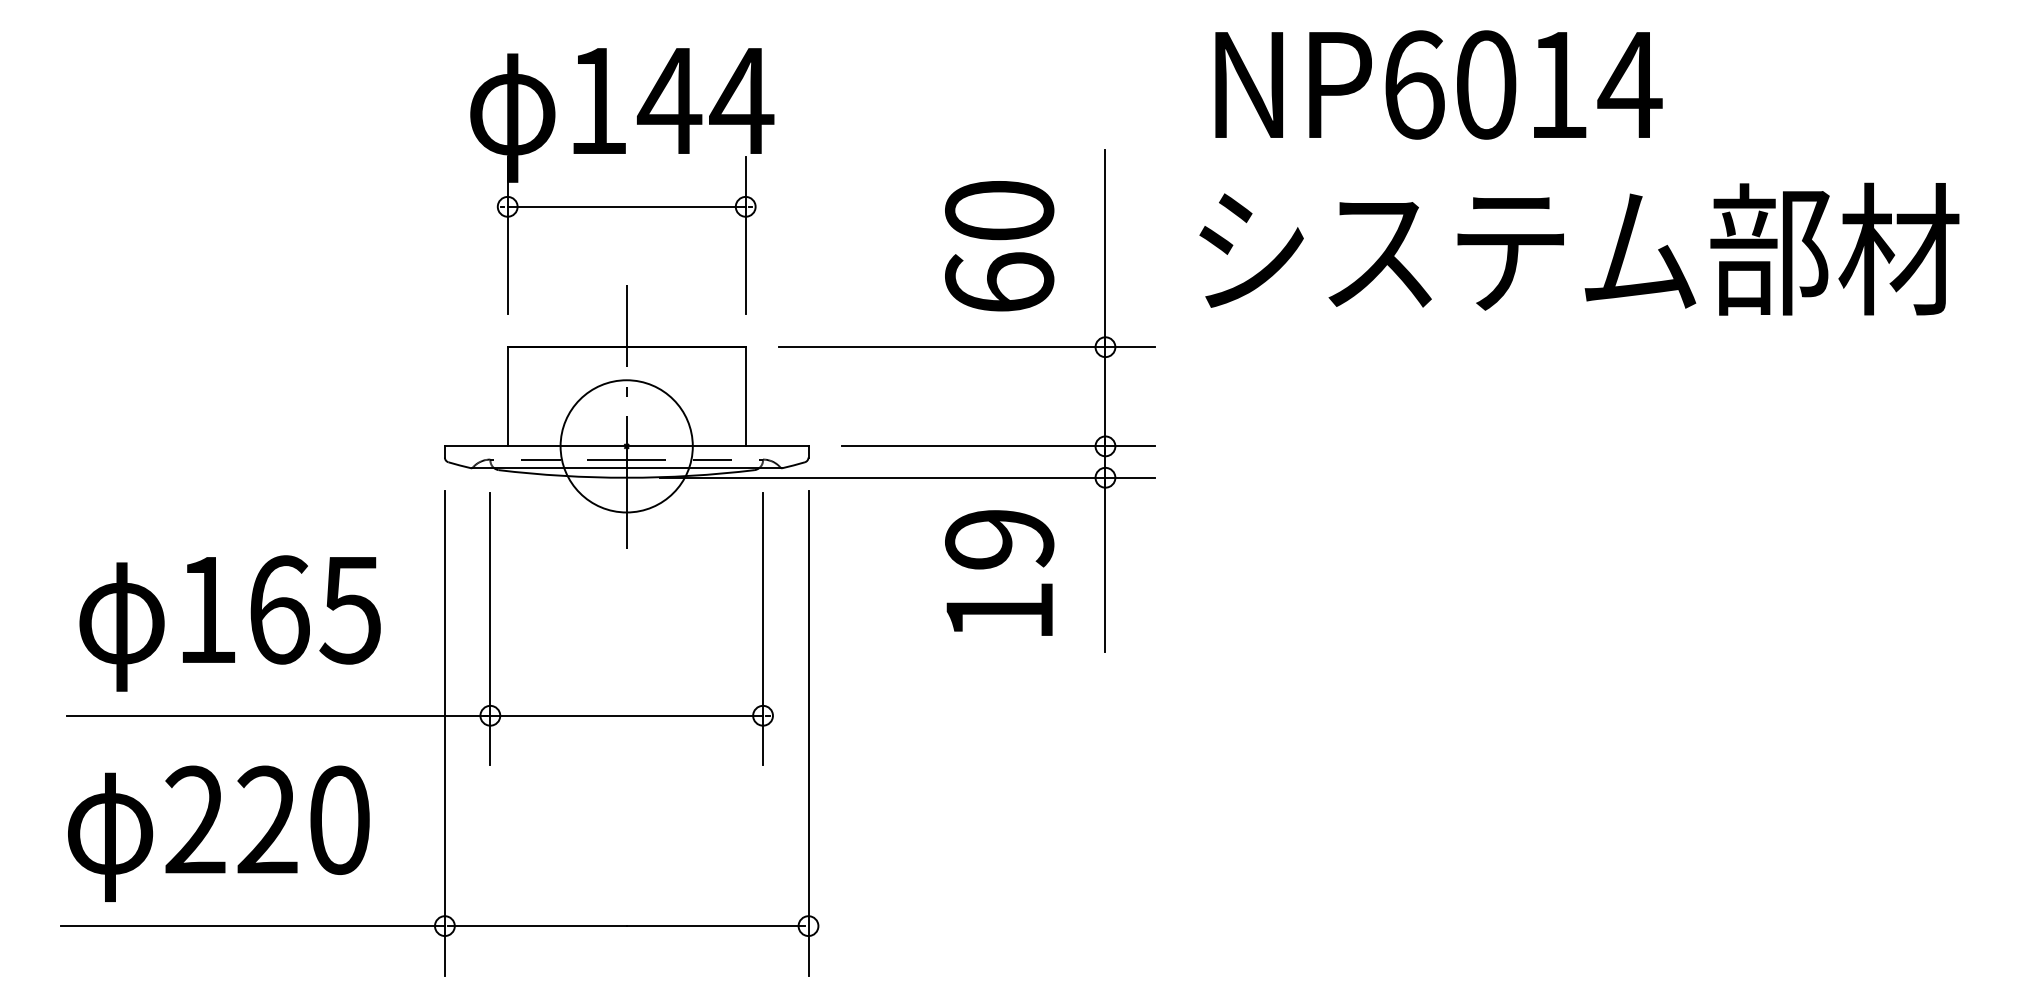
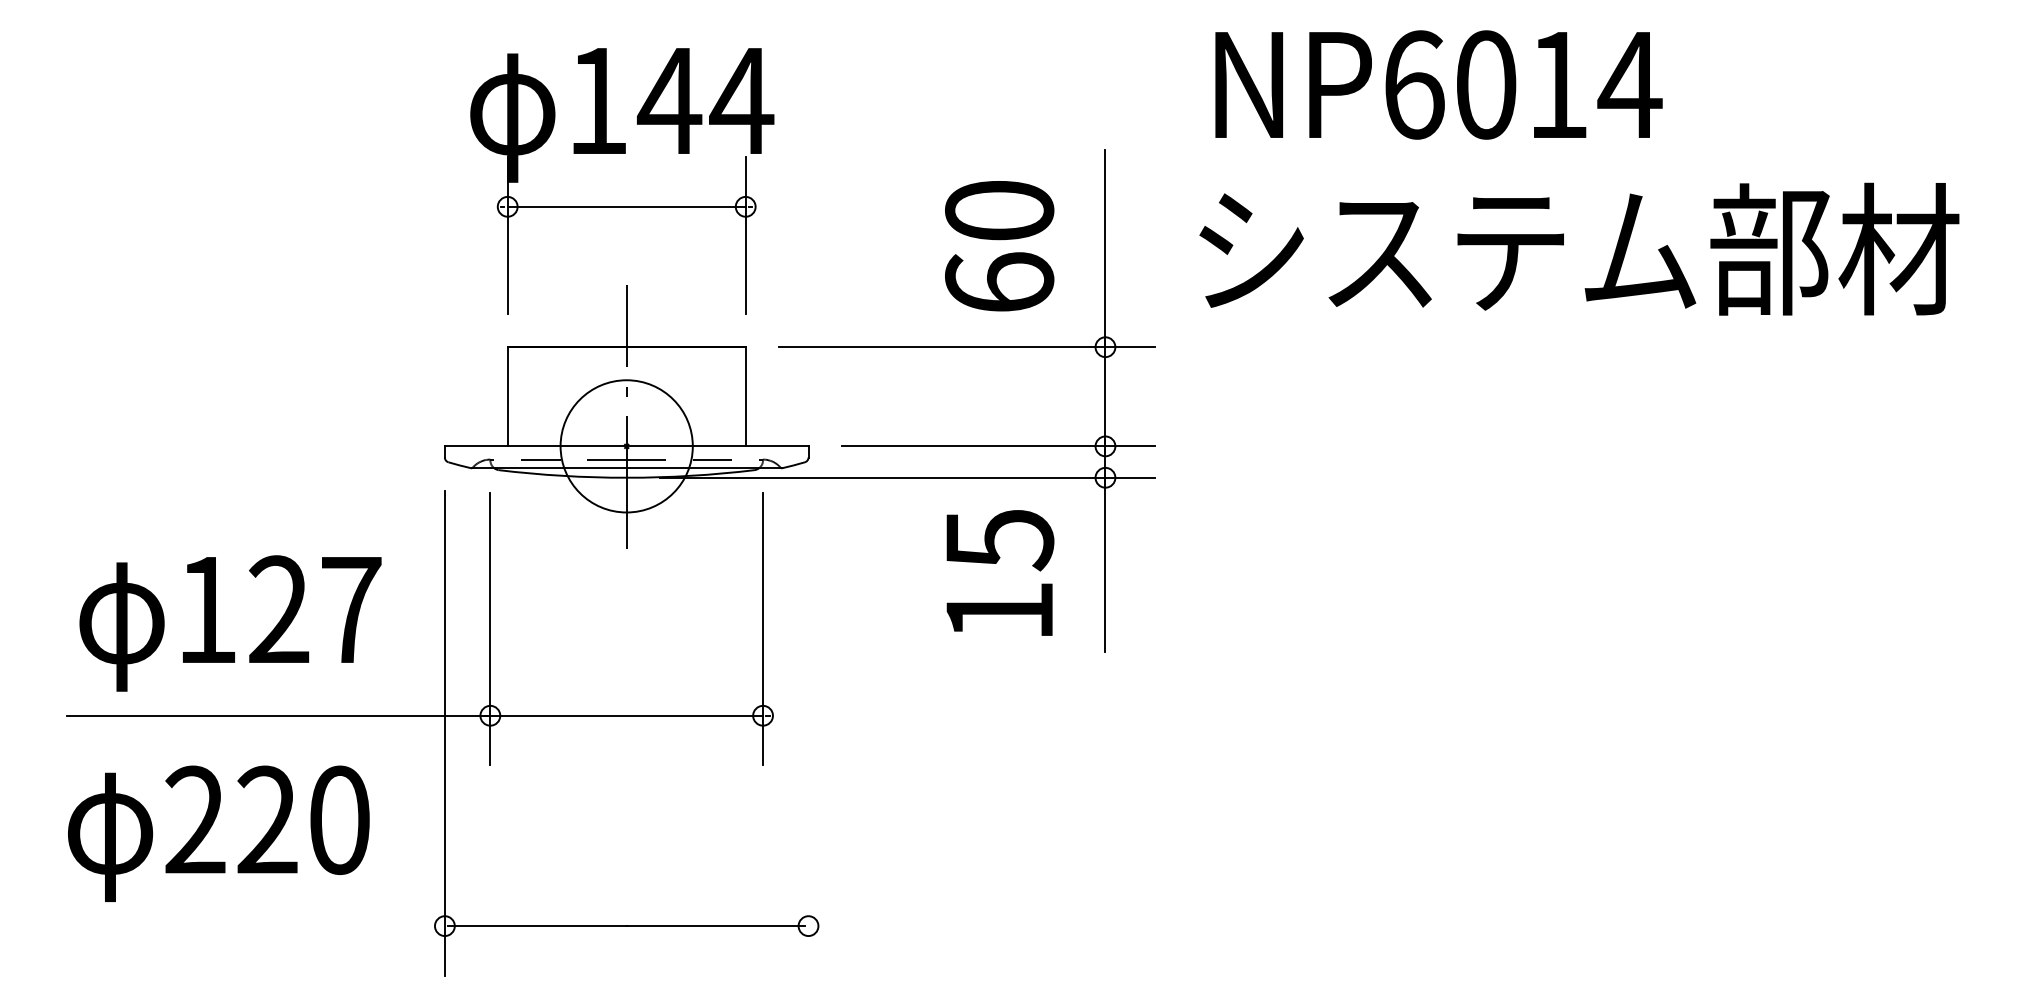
text at (999, 540): 19 -> 15
text at (315, 609): 165 -> 127
line at (808, 732): present -> none
line at (252, 926): present -> none
